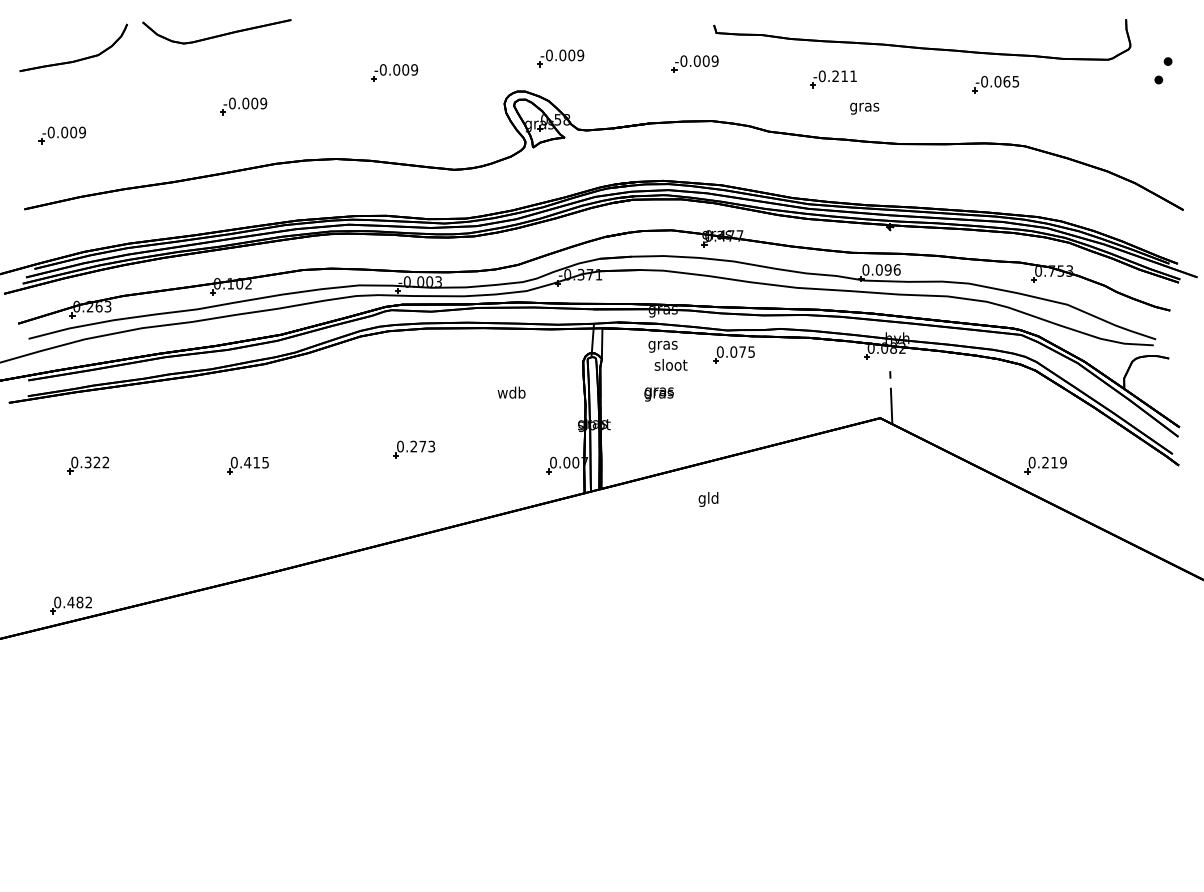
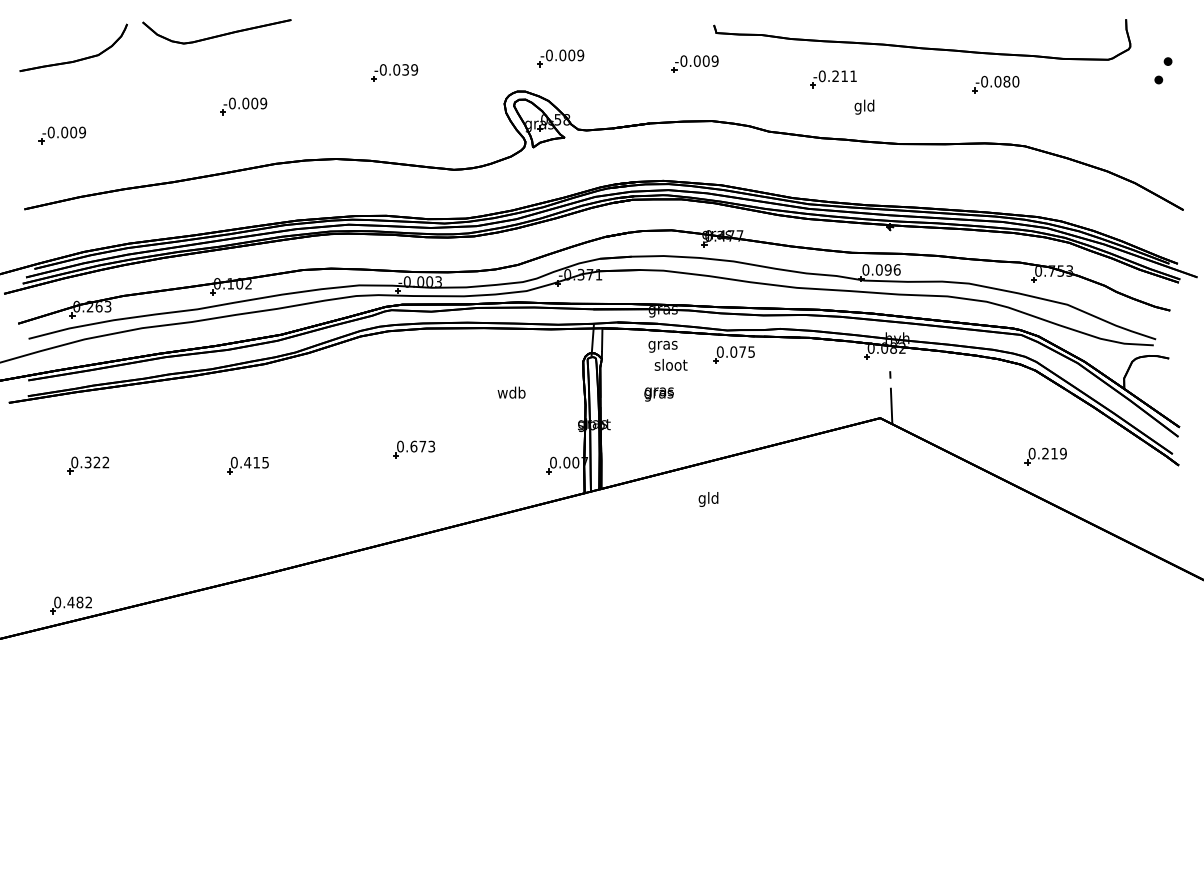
text at (405, 69): -0.009 -> -0.039
text at (1011, 81): -0.065 -> -0.080
text at (864, 106): gras -> gld
text at (413, 446): 0.273 -> 0.673
part at (1045, 465) position: (1045, 465) -> (1045, 456)
